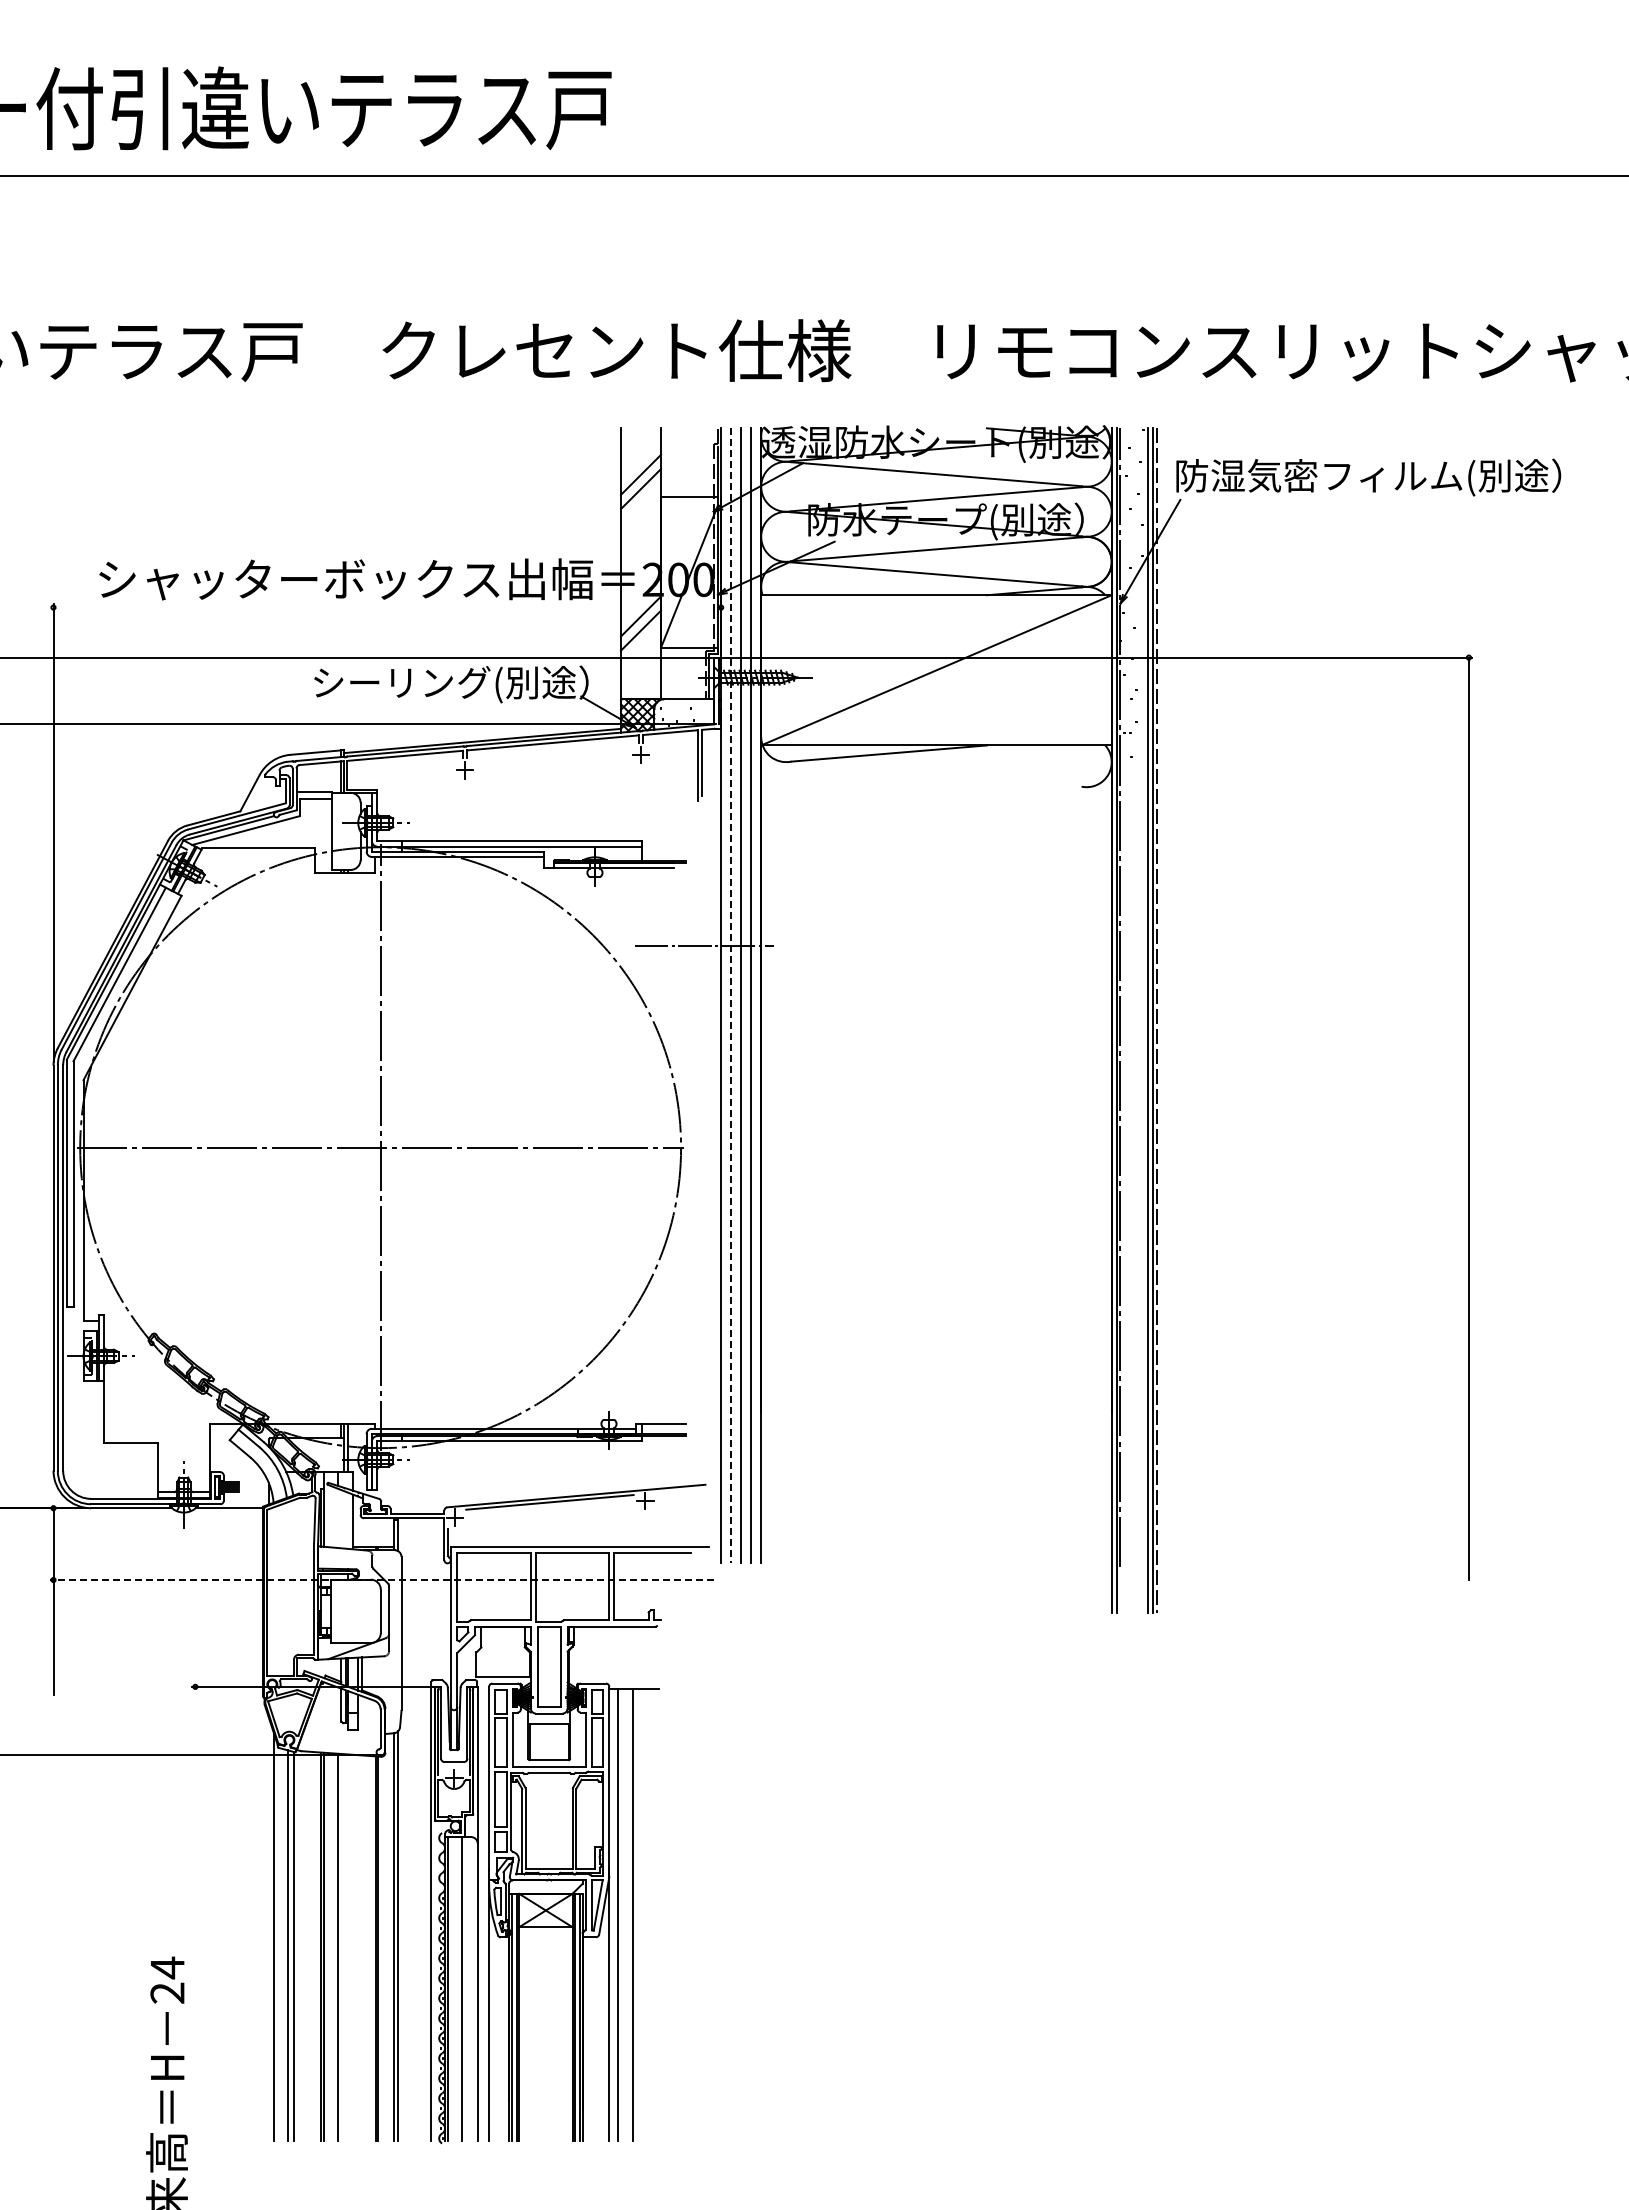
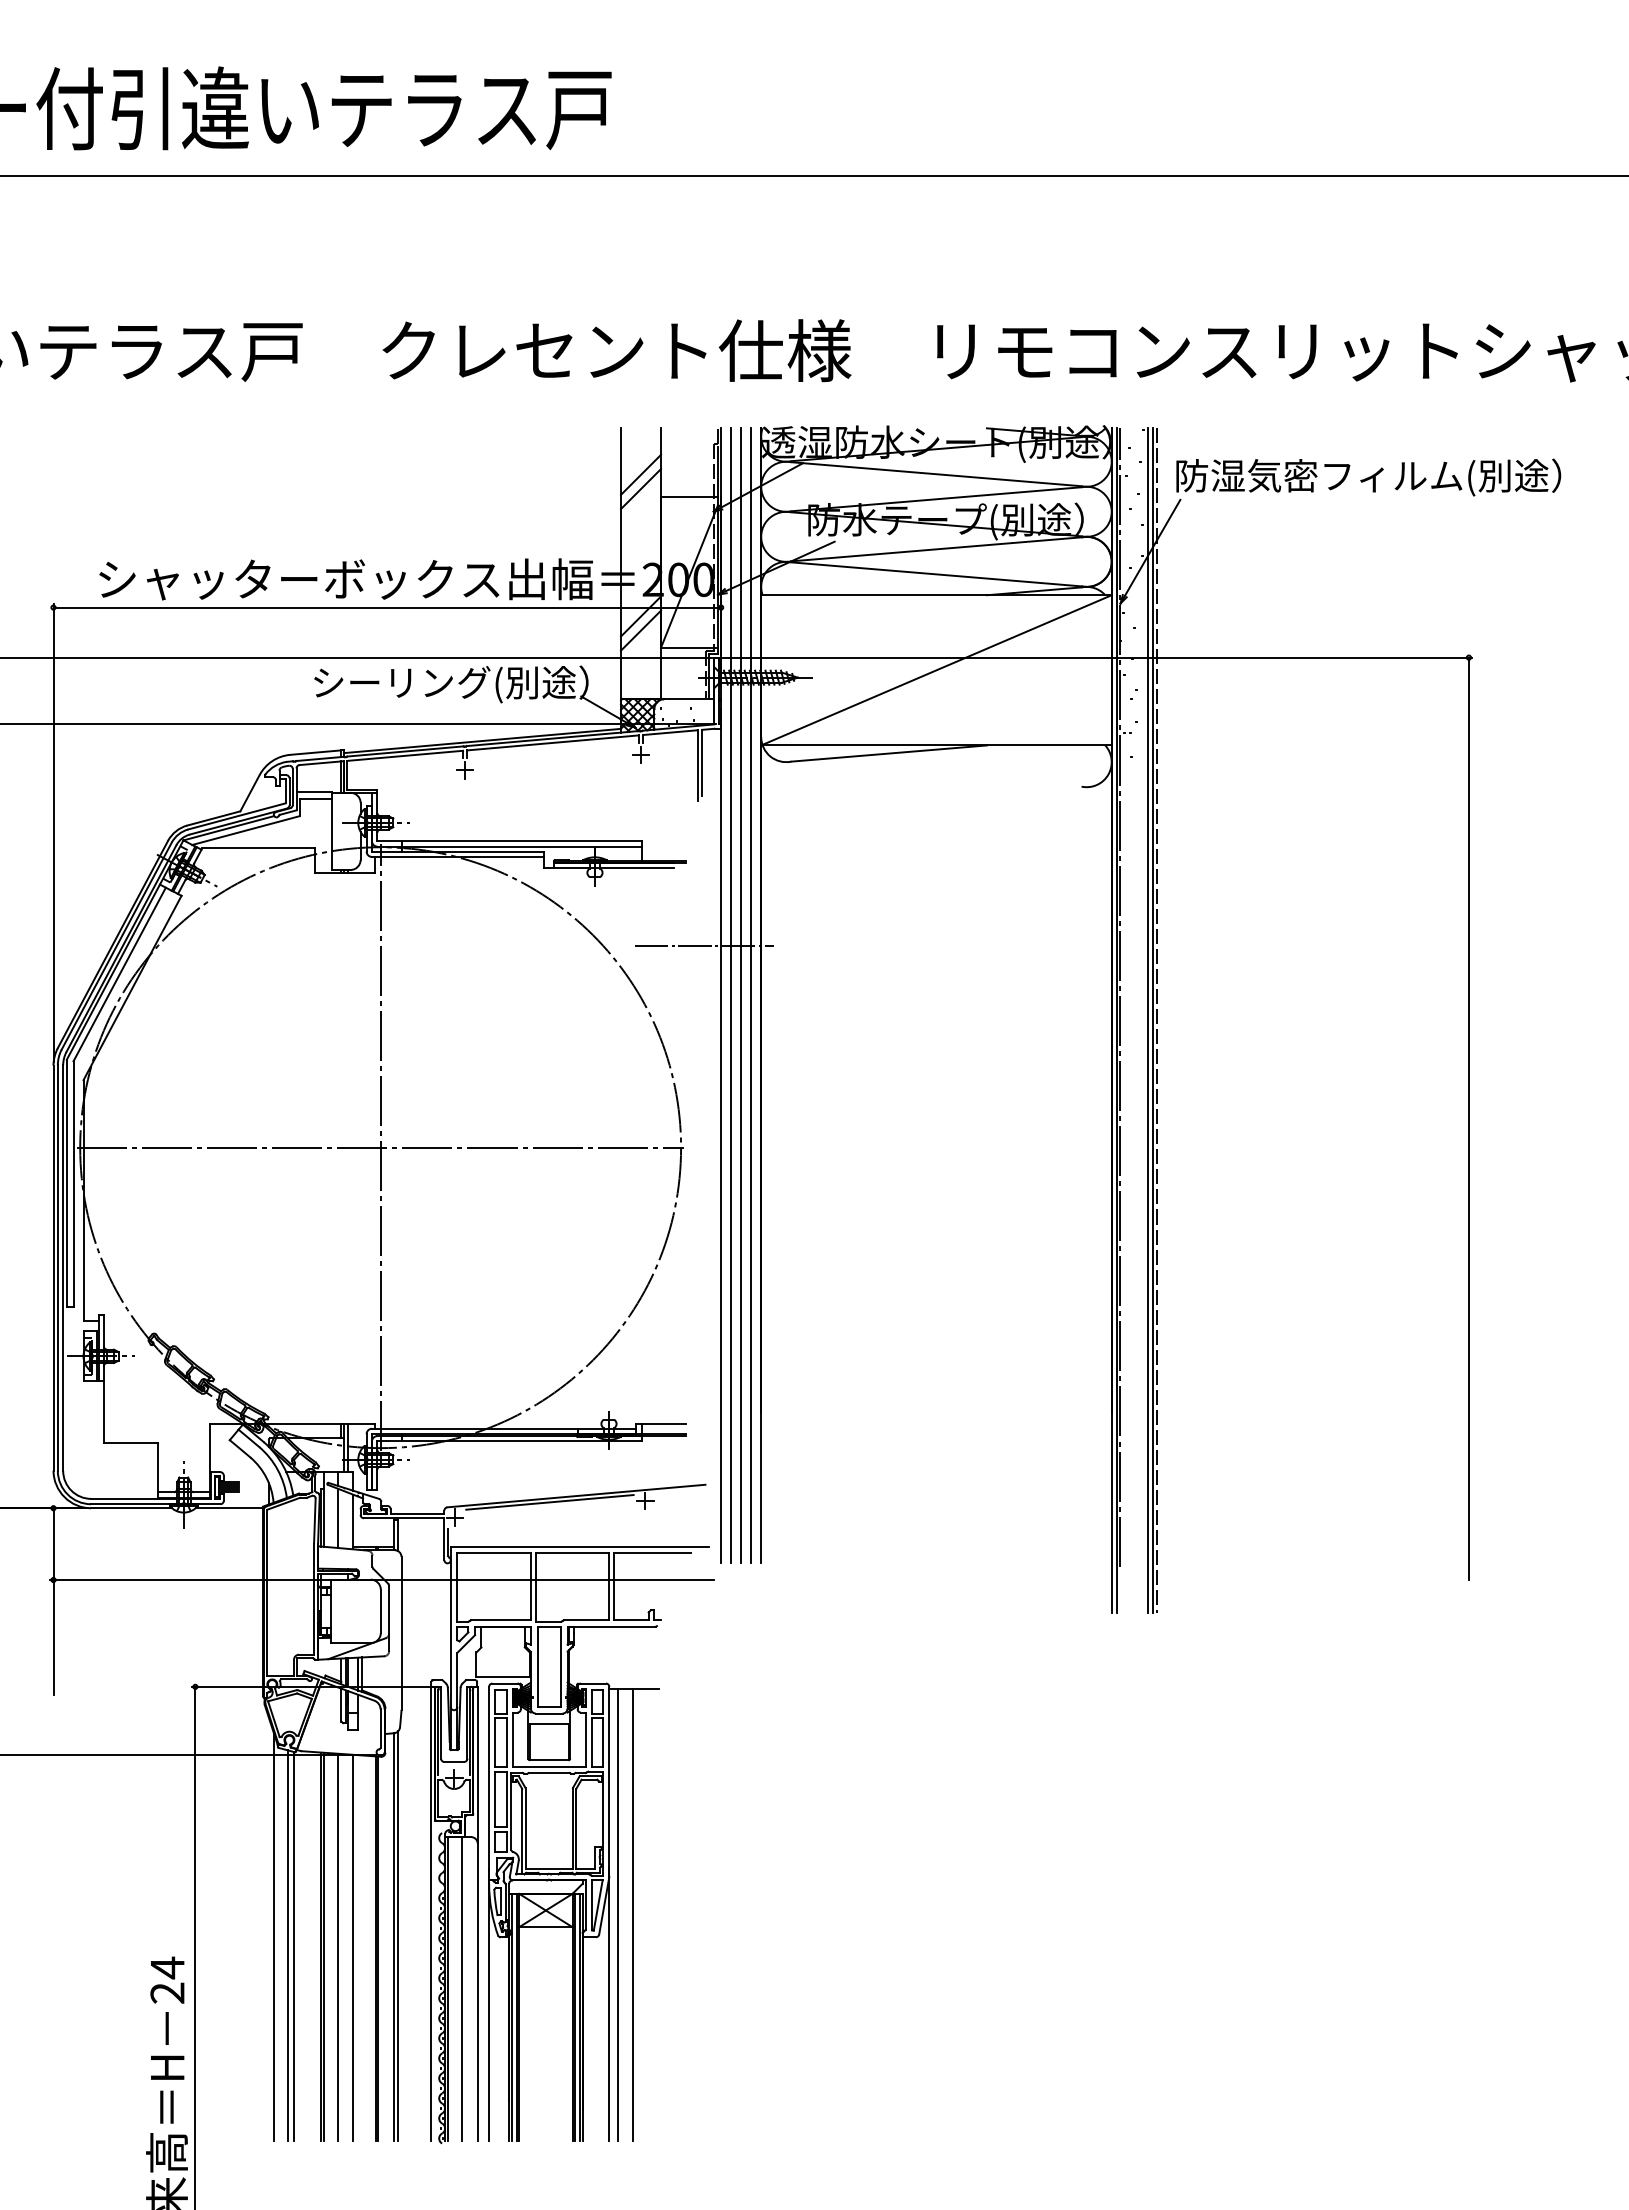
line at (387, 607): none -> present
line at (731, 995): dashed -> solid
line at (337, 1518): none -> present
line at (381, 1580): dashed -> solid
line at (195, 1946): none -> present
line at (352, 1947): none -> present
